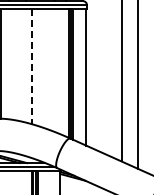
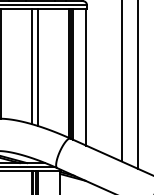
line at (31, 67): dashed -> solid
line at (38, 67): none -> present
